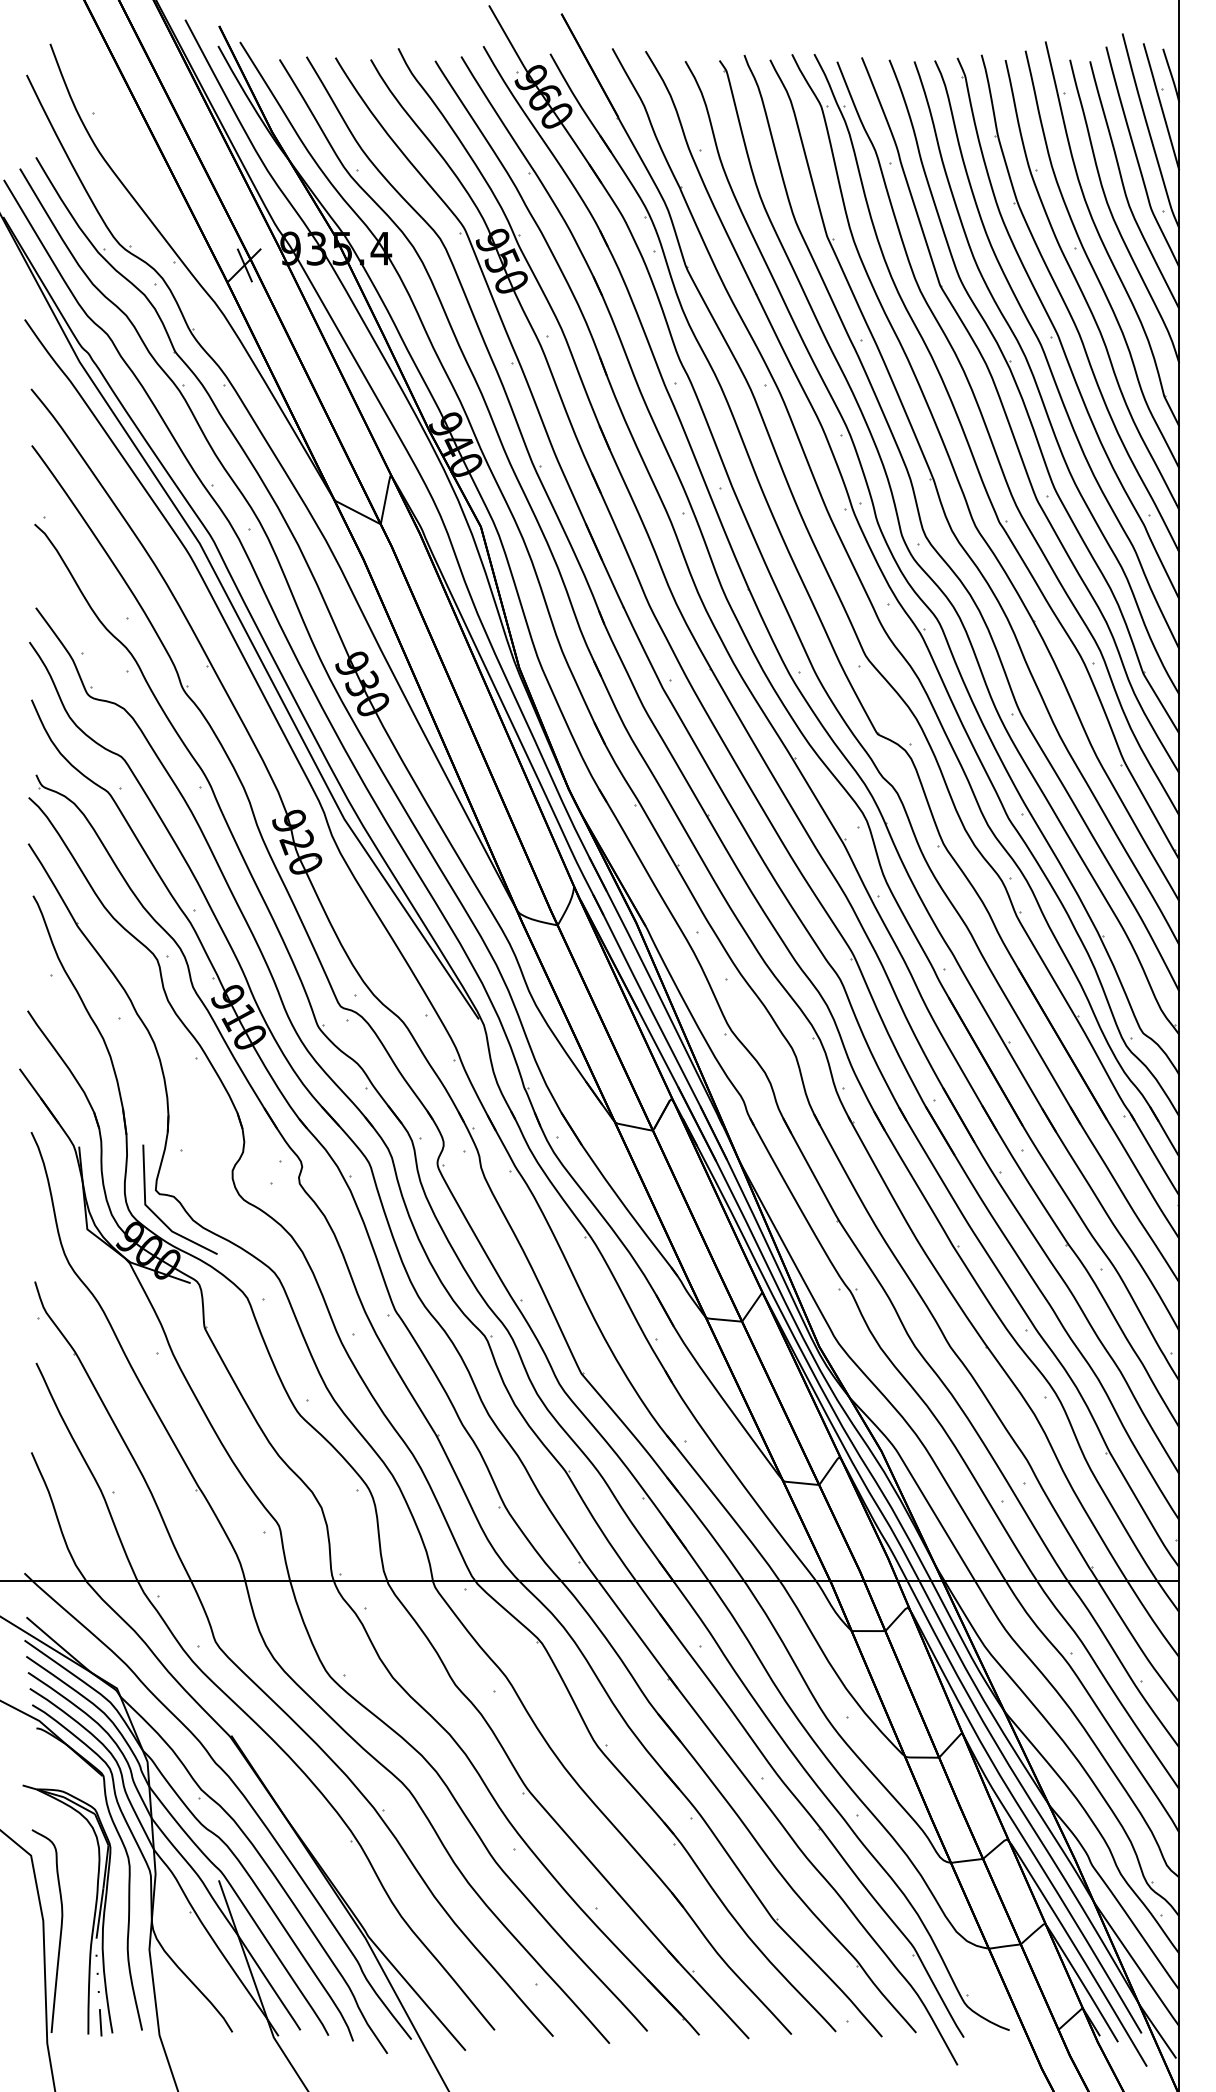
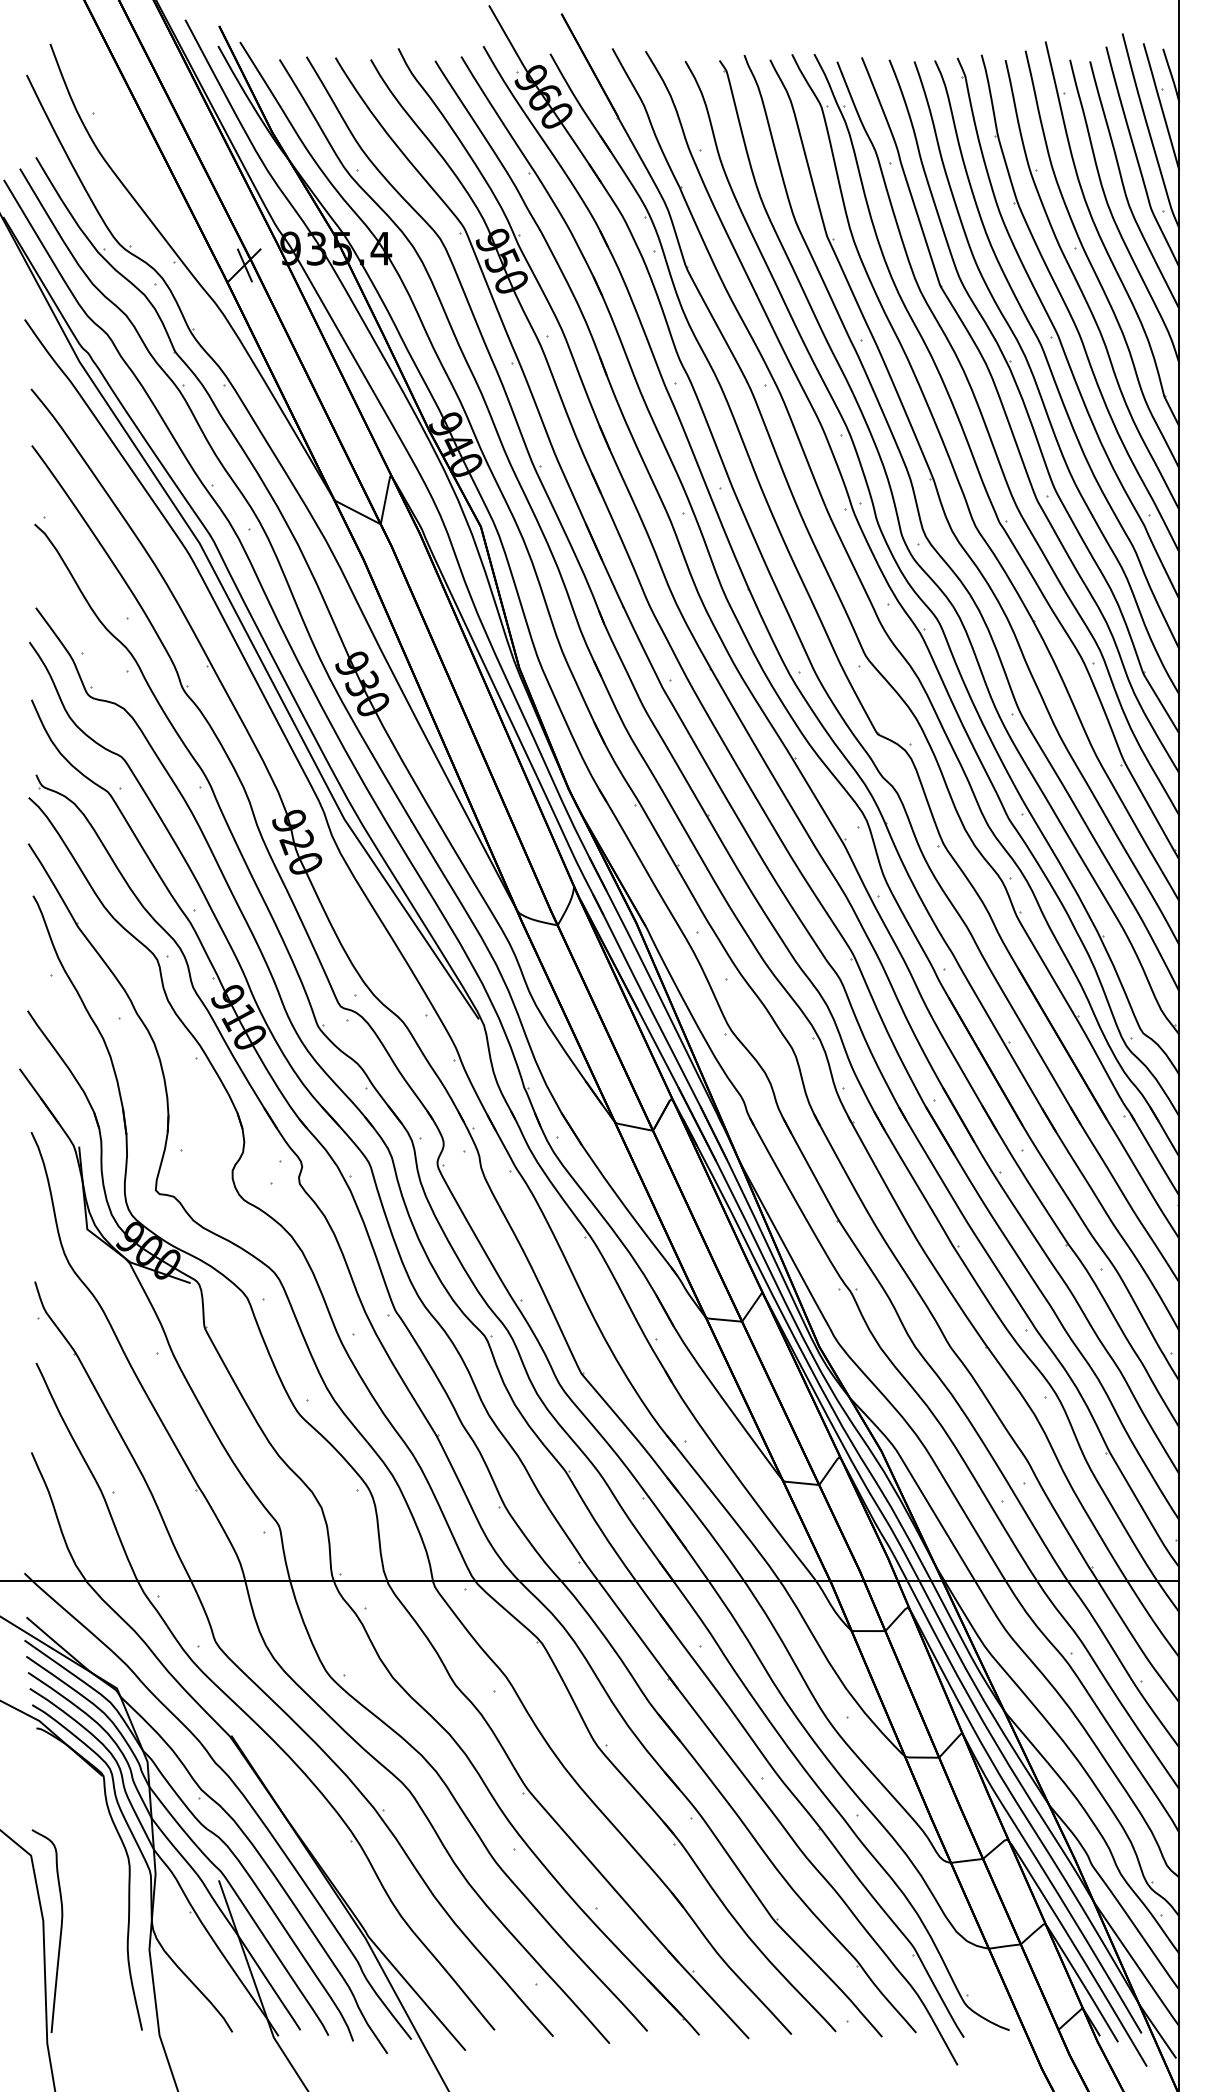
line at (160, 1218): present -> none
part at (93, 1916): present -> none
